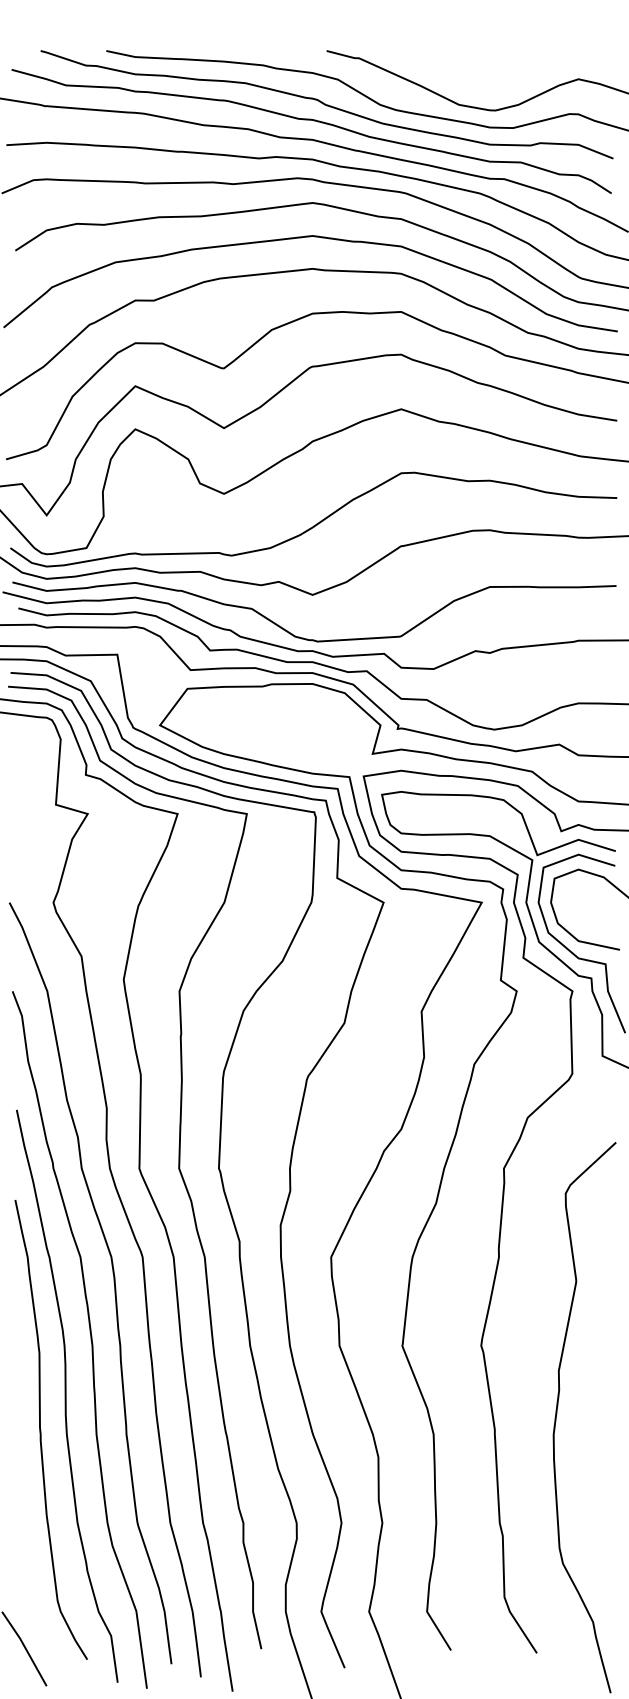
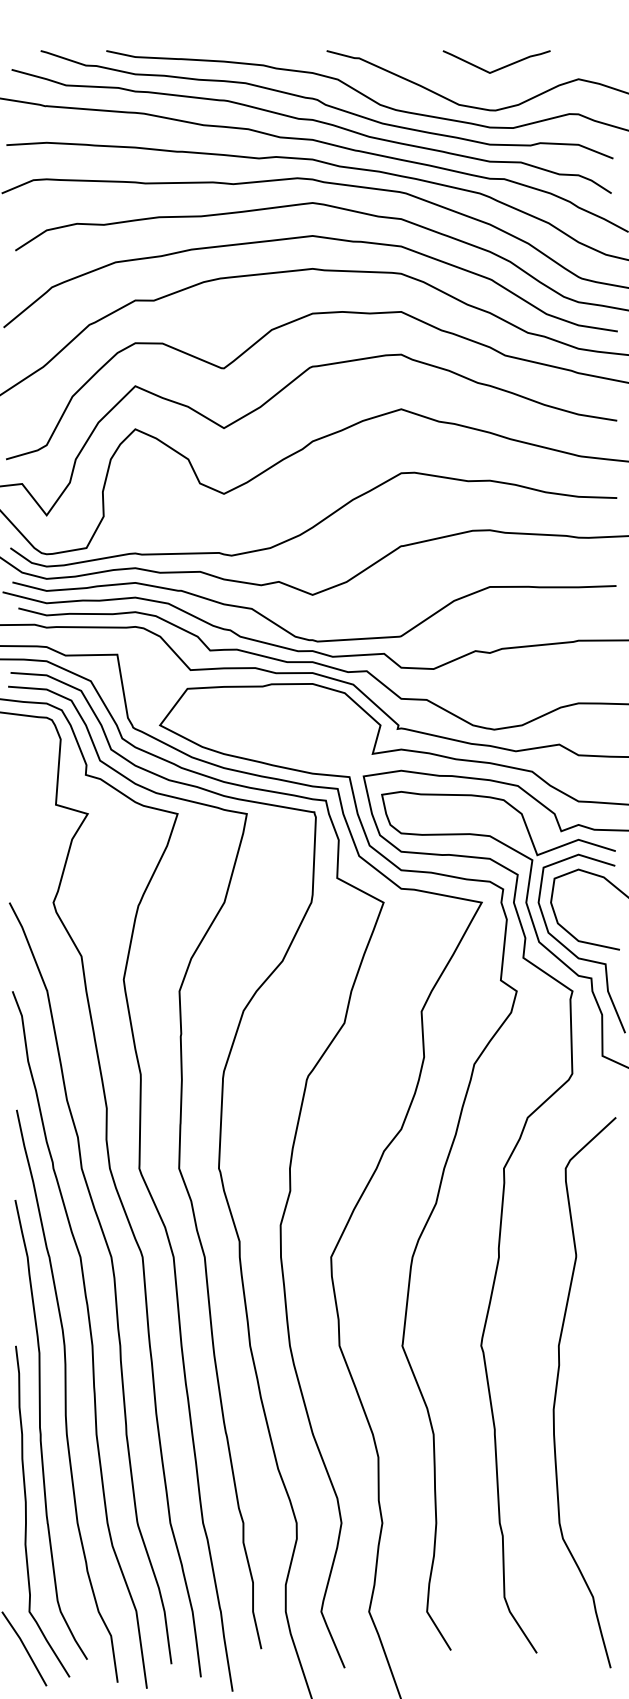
curve at (500, 67): none -> present
curve at (557, 1414) position: (557, 1414) -> (557, 1389)
curve at (26, 1511): none -> present
